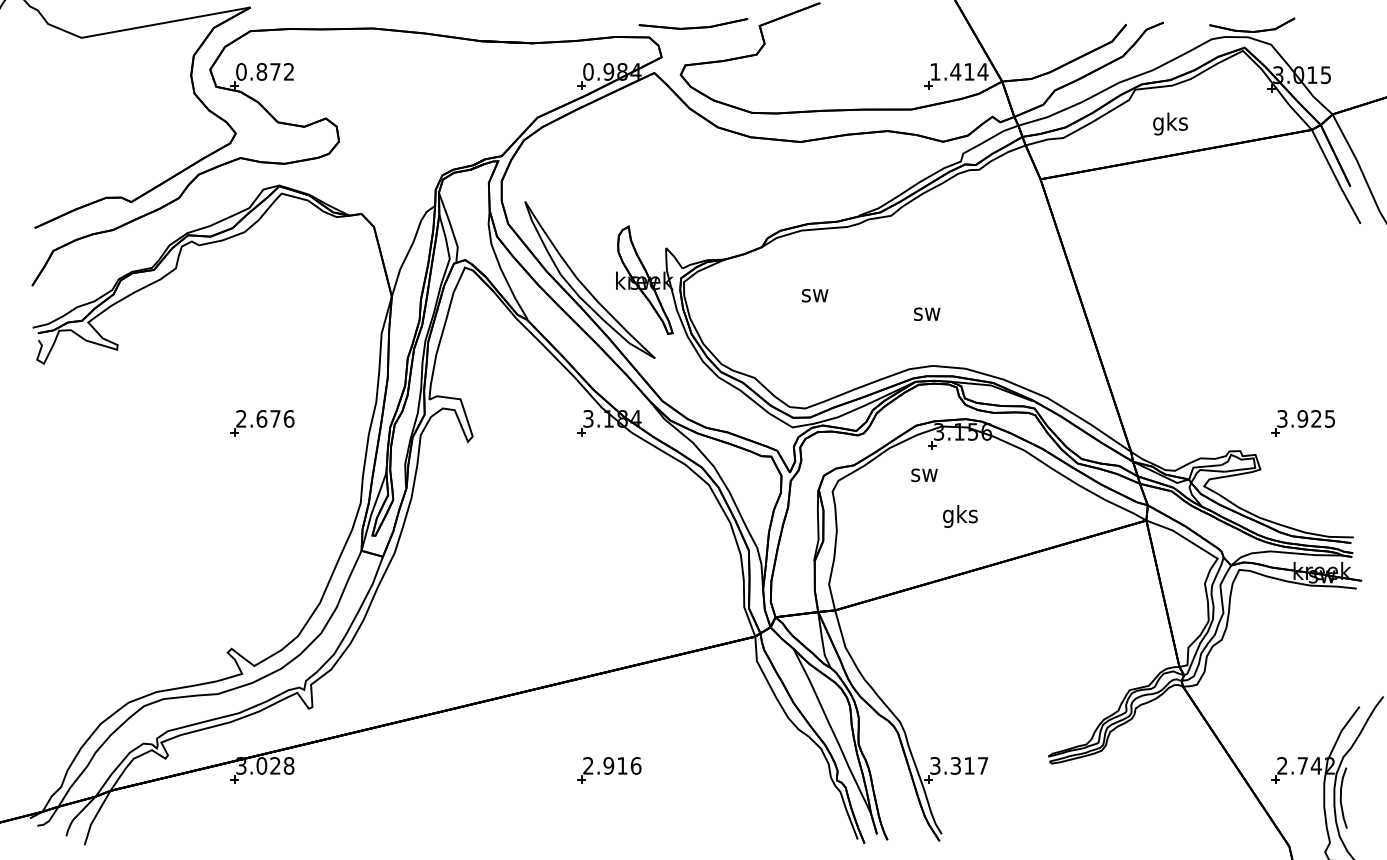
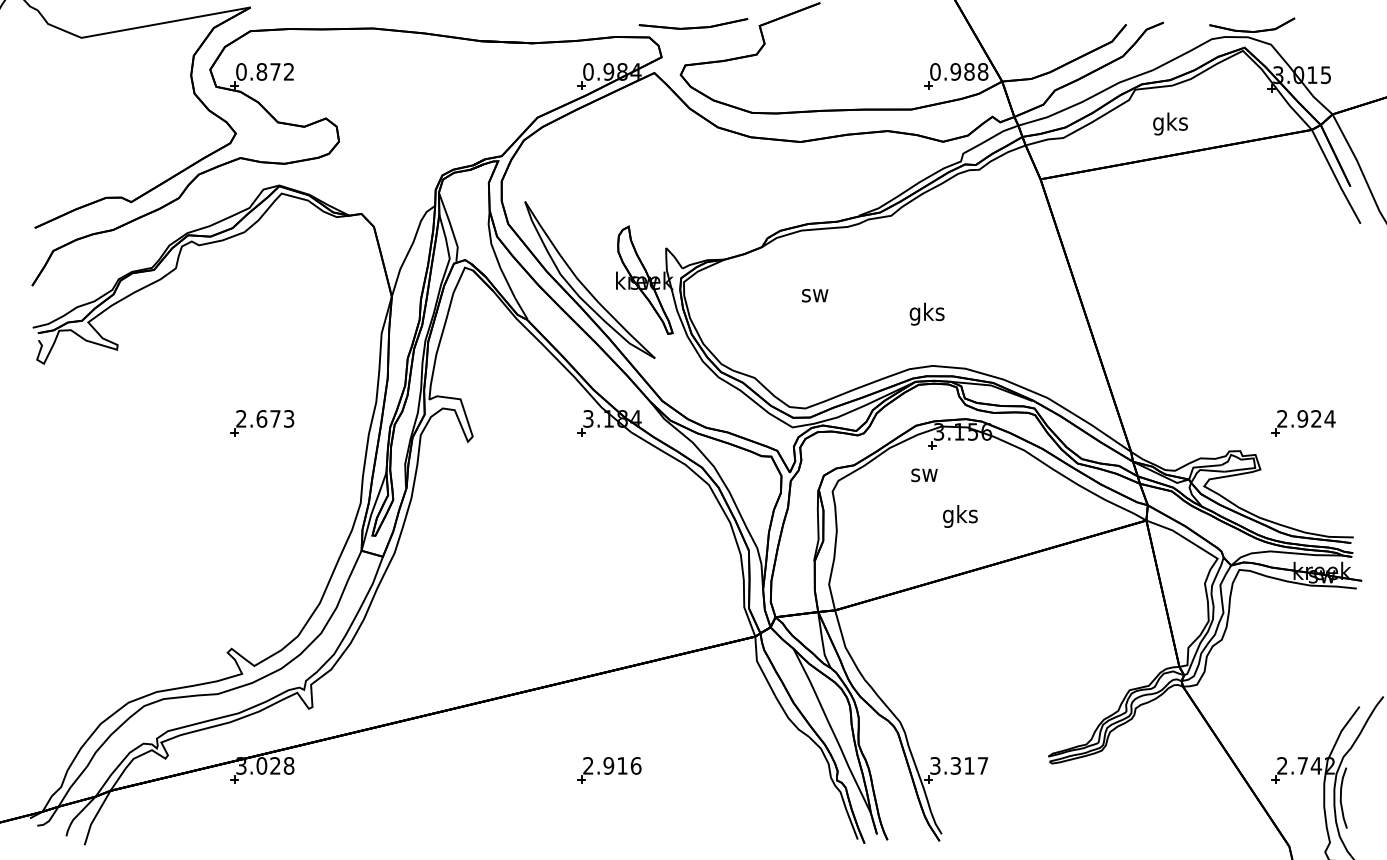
text at (959, 71): 1.414 -> 0.988
text at (926, 313): sw -> gks
text at (288, 418): 2.676 -> 2.673
text at (1306, 418): 3.925 -> 2.924
